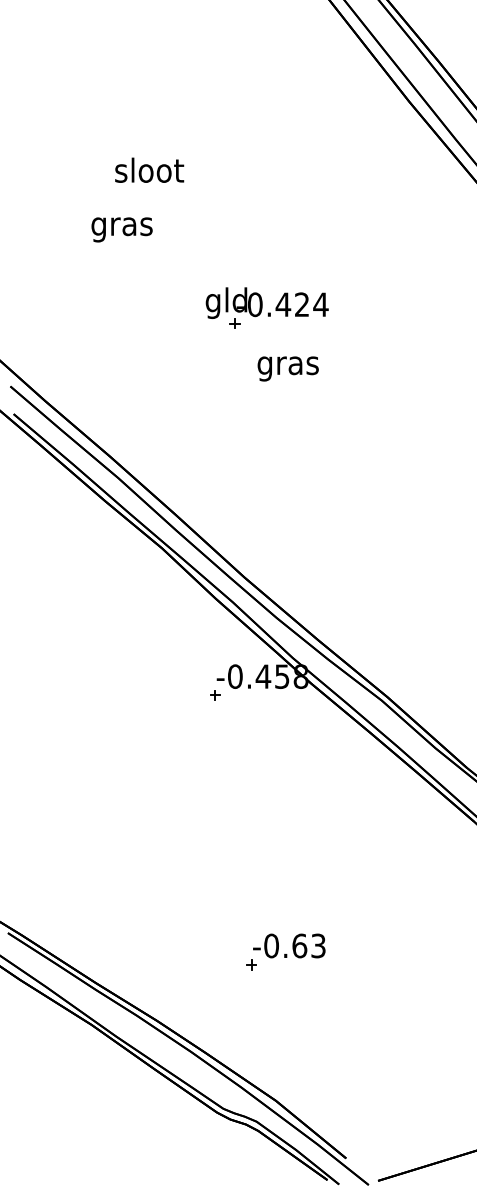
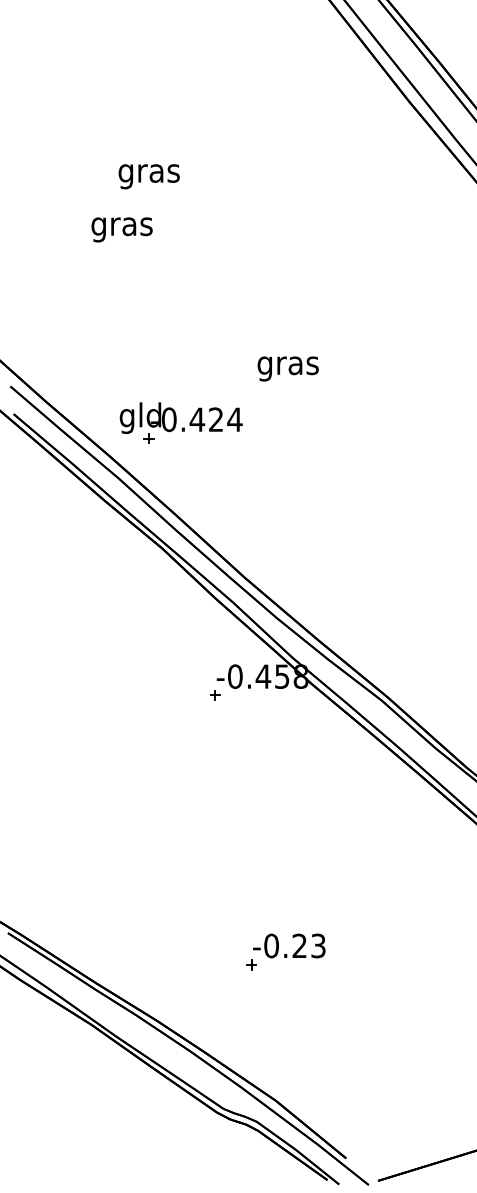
text at (149, 173): sloot -> gras
part at (266, 307) position: (266, 307) -> (180, 422)
text at (299, 945): -0.63 -> -0.23
